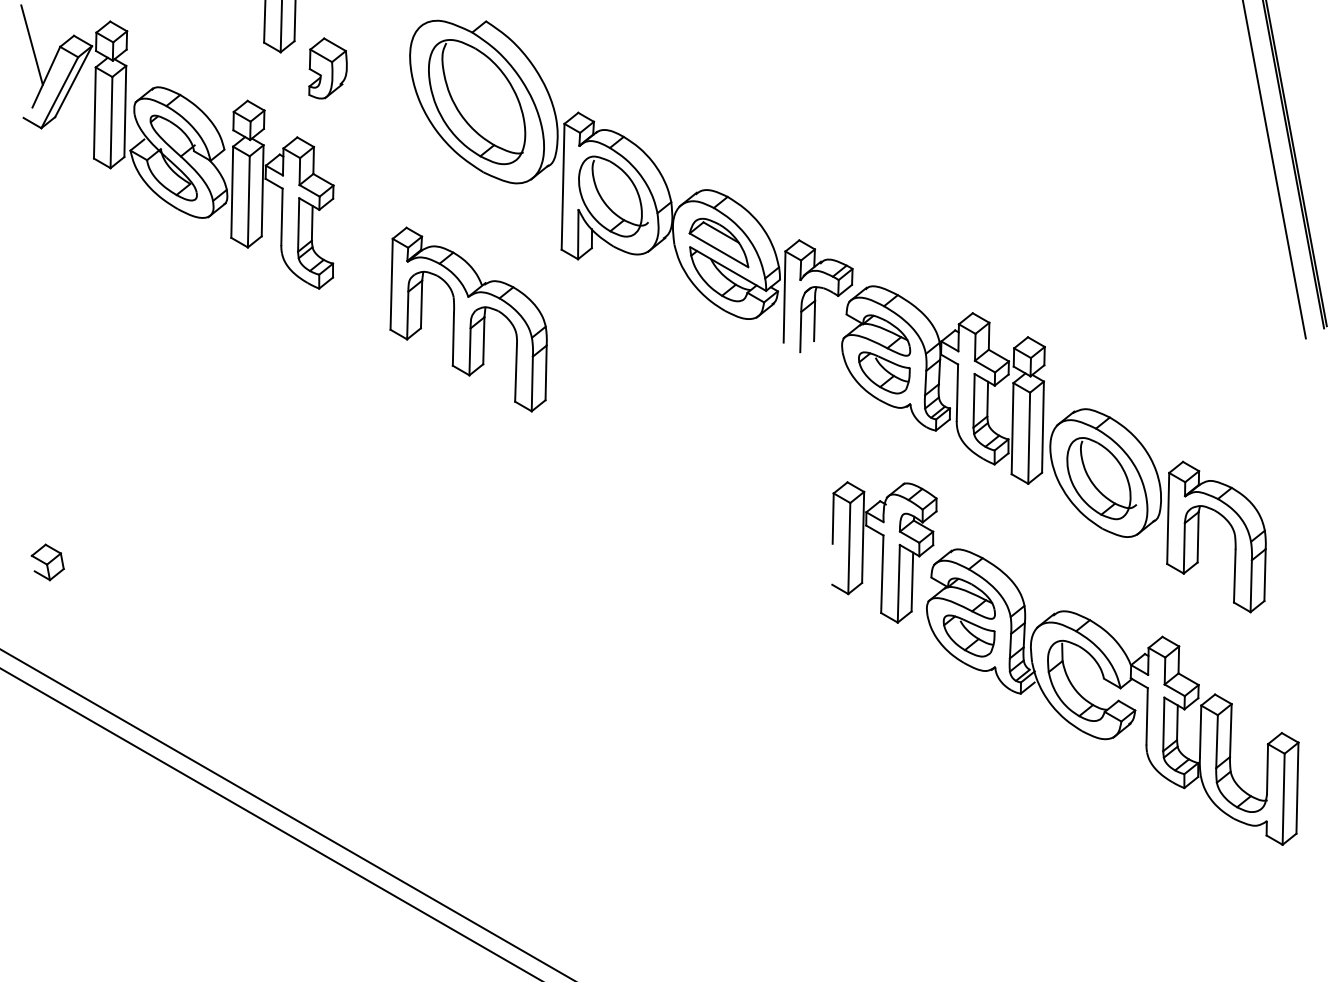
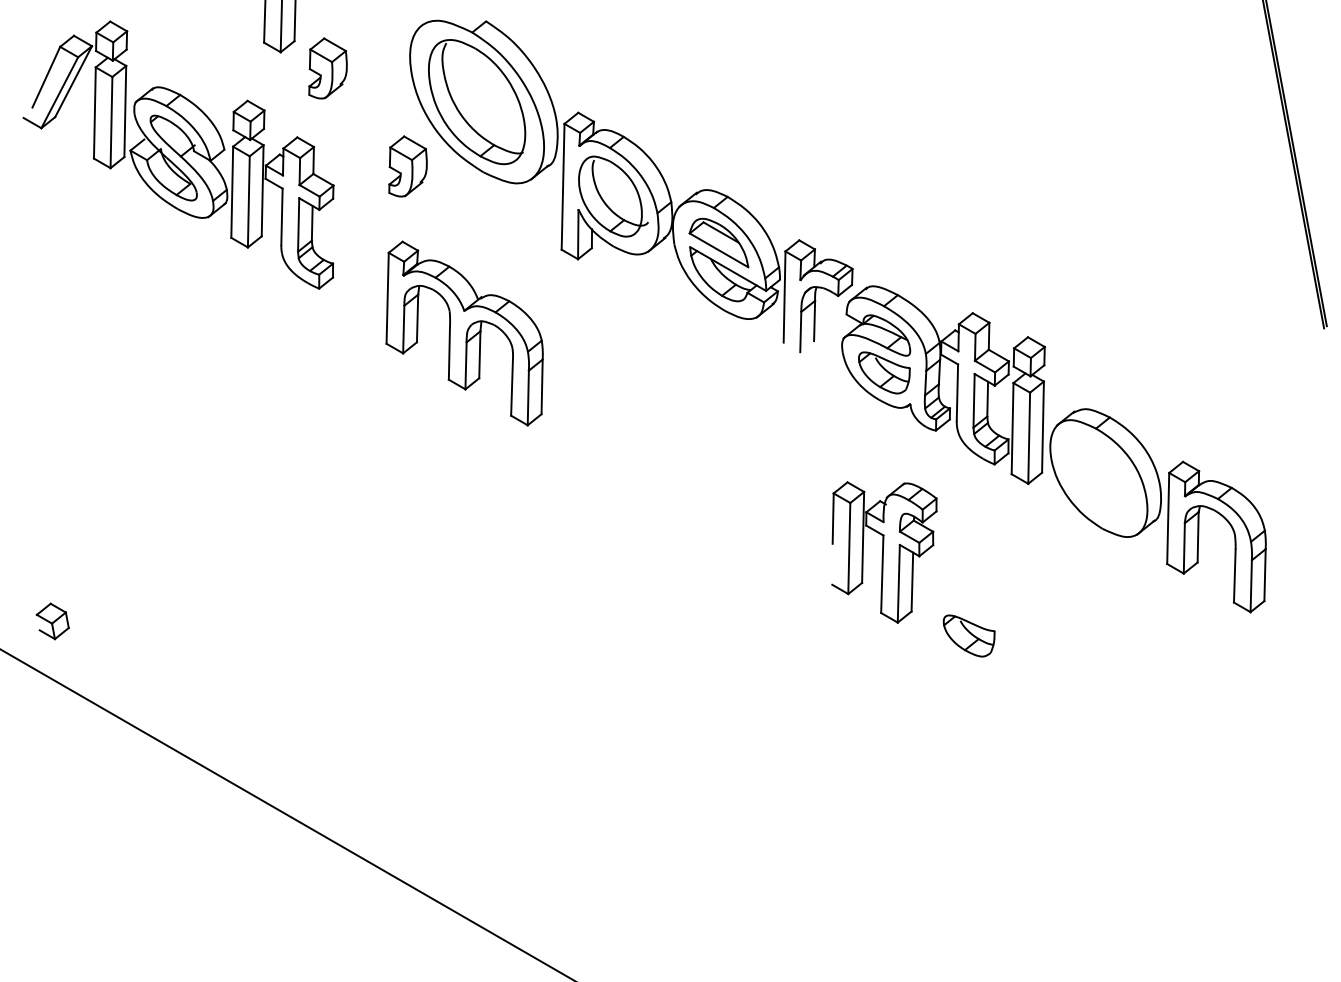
line at (31, 44): present -> none
part at (407, 166): none -> present
line at (1274, 170): present -> none
part at (468, 319) position: (468, 319) -> (464, 333)
part at (1101, 478): present -> none
part at (47, 562) position: (47, 562) -> (52, 621)
part at (1114, 702): present -> none
line at (270, 823): present -> none
